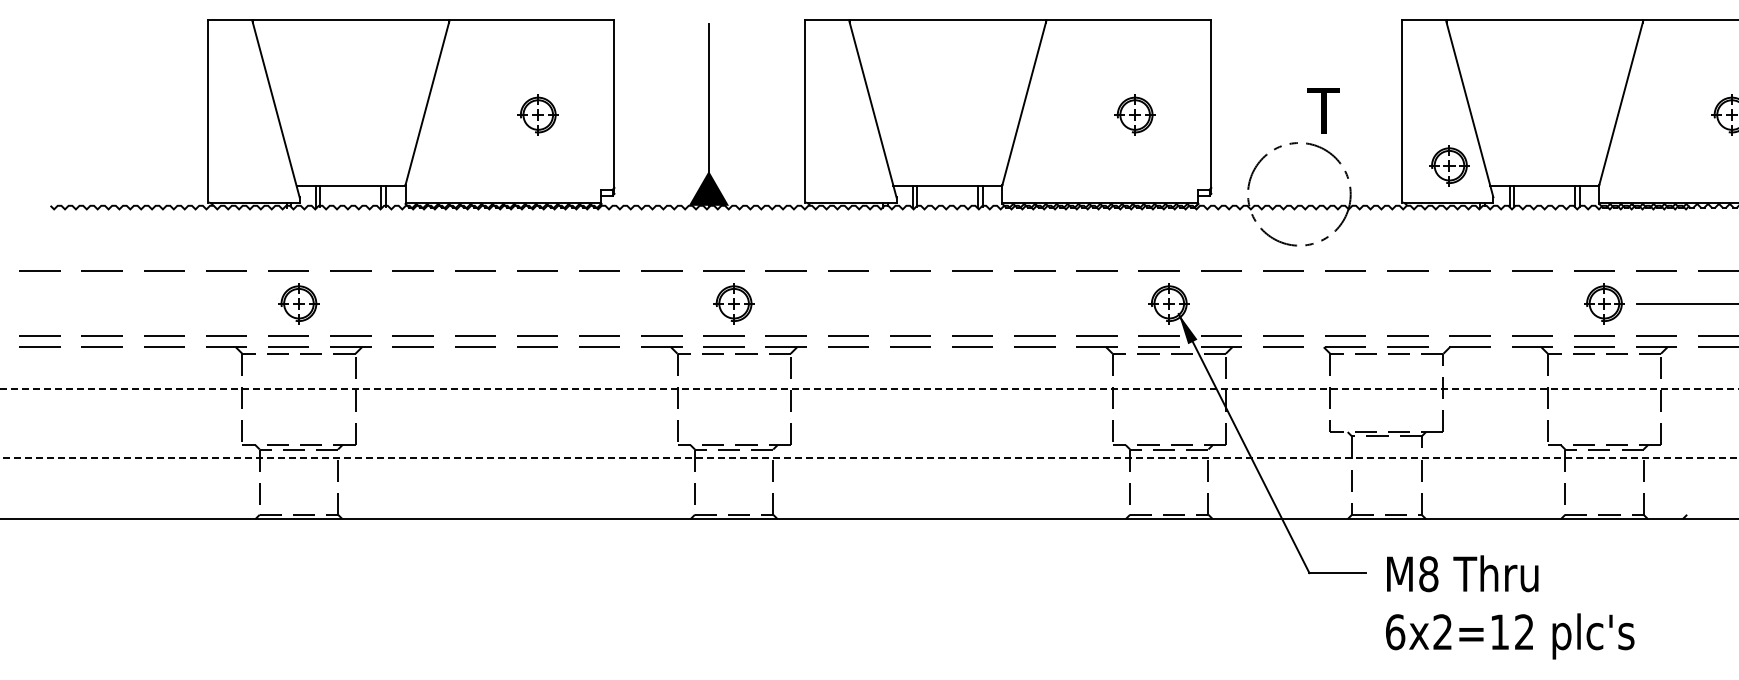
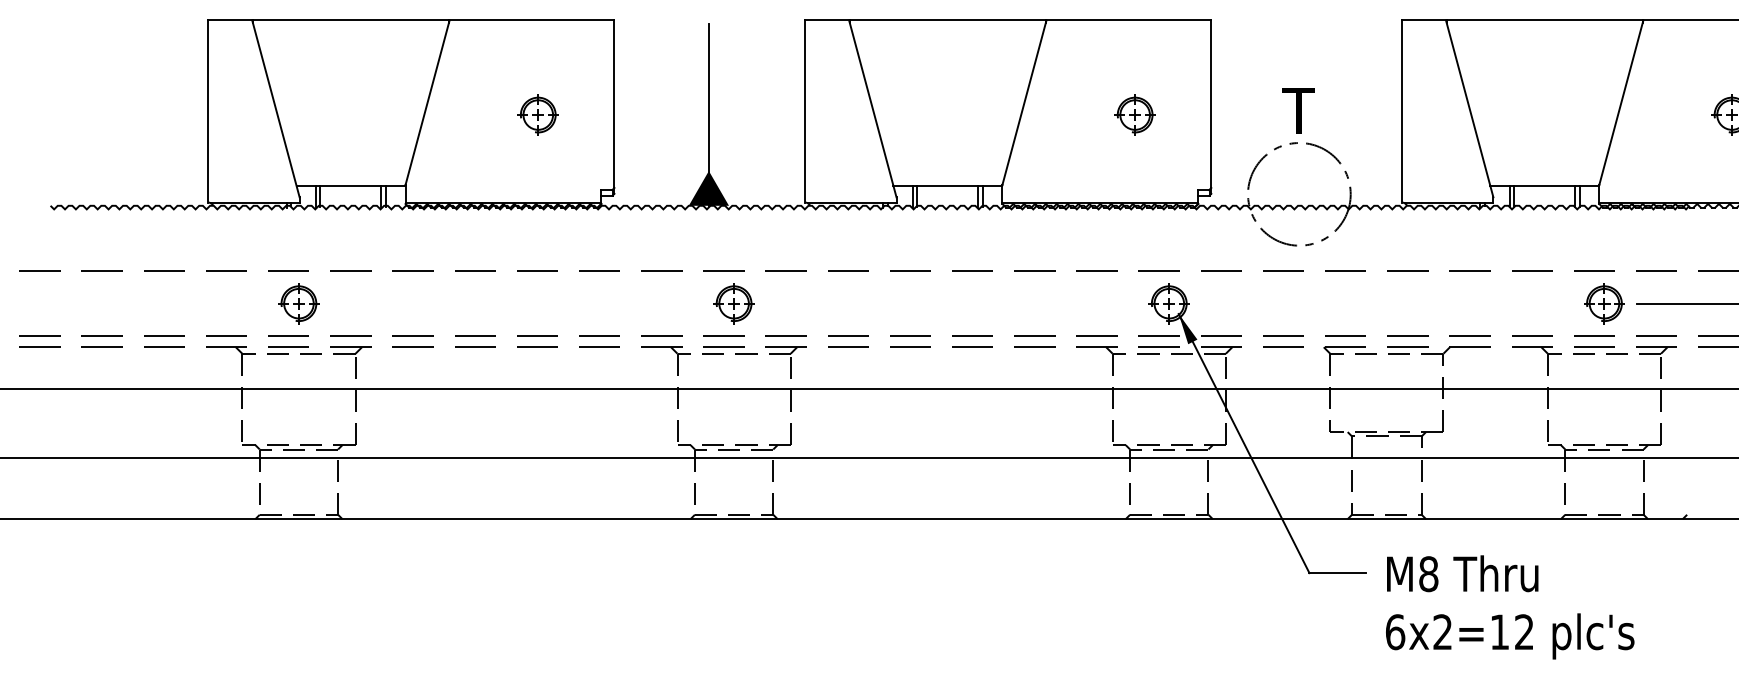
text at (1323, 110) position: (1323, 110) -> (1298, 110)
part at (1449, 165): present -> none
line at (869, 388): dashed -> solid
line at (869, 458): dashed -> solid
